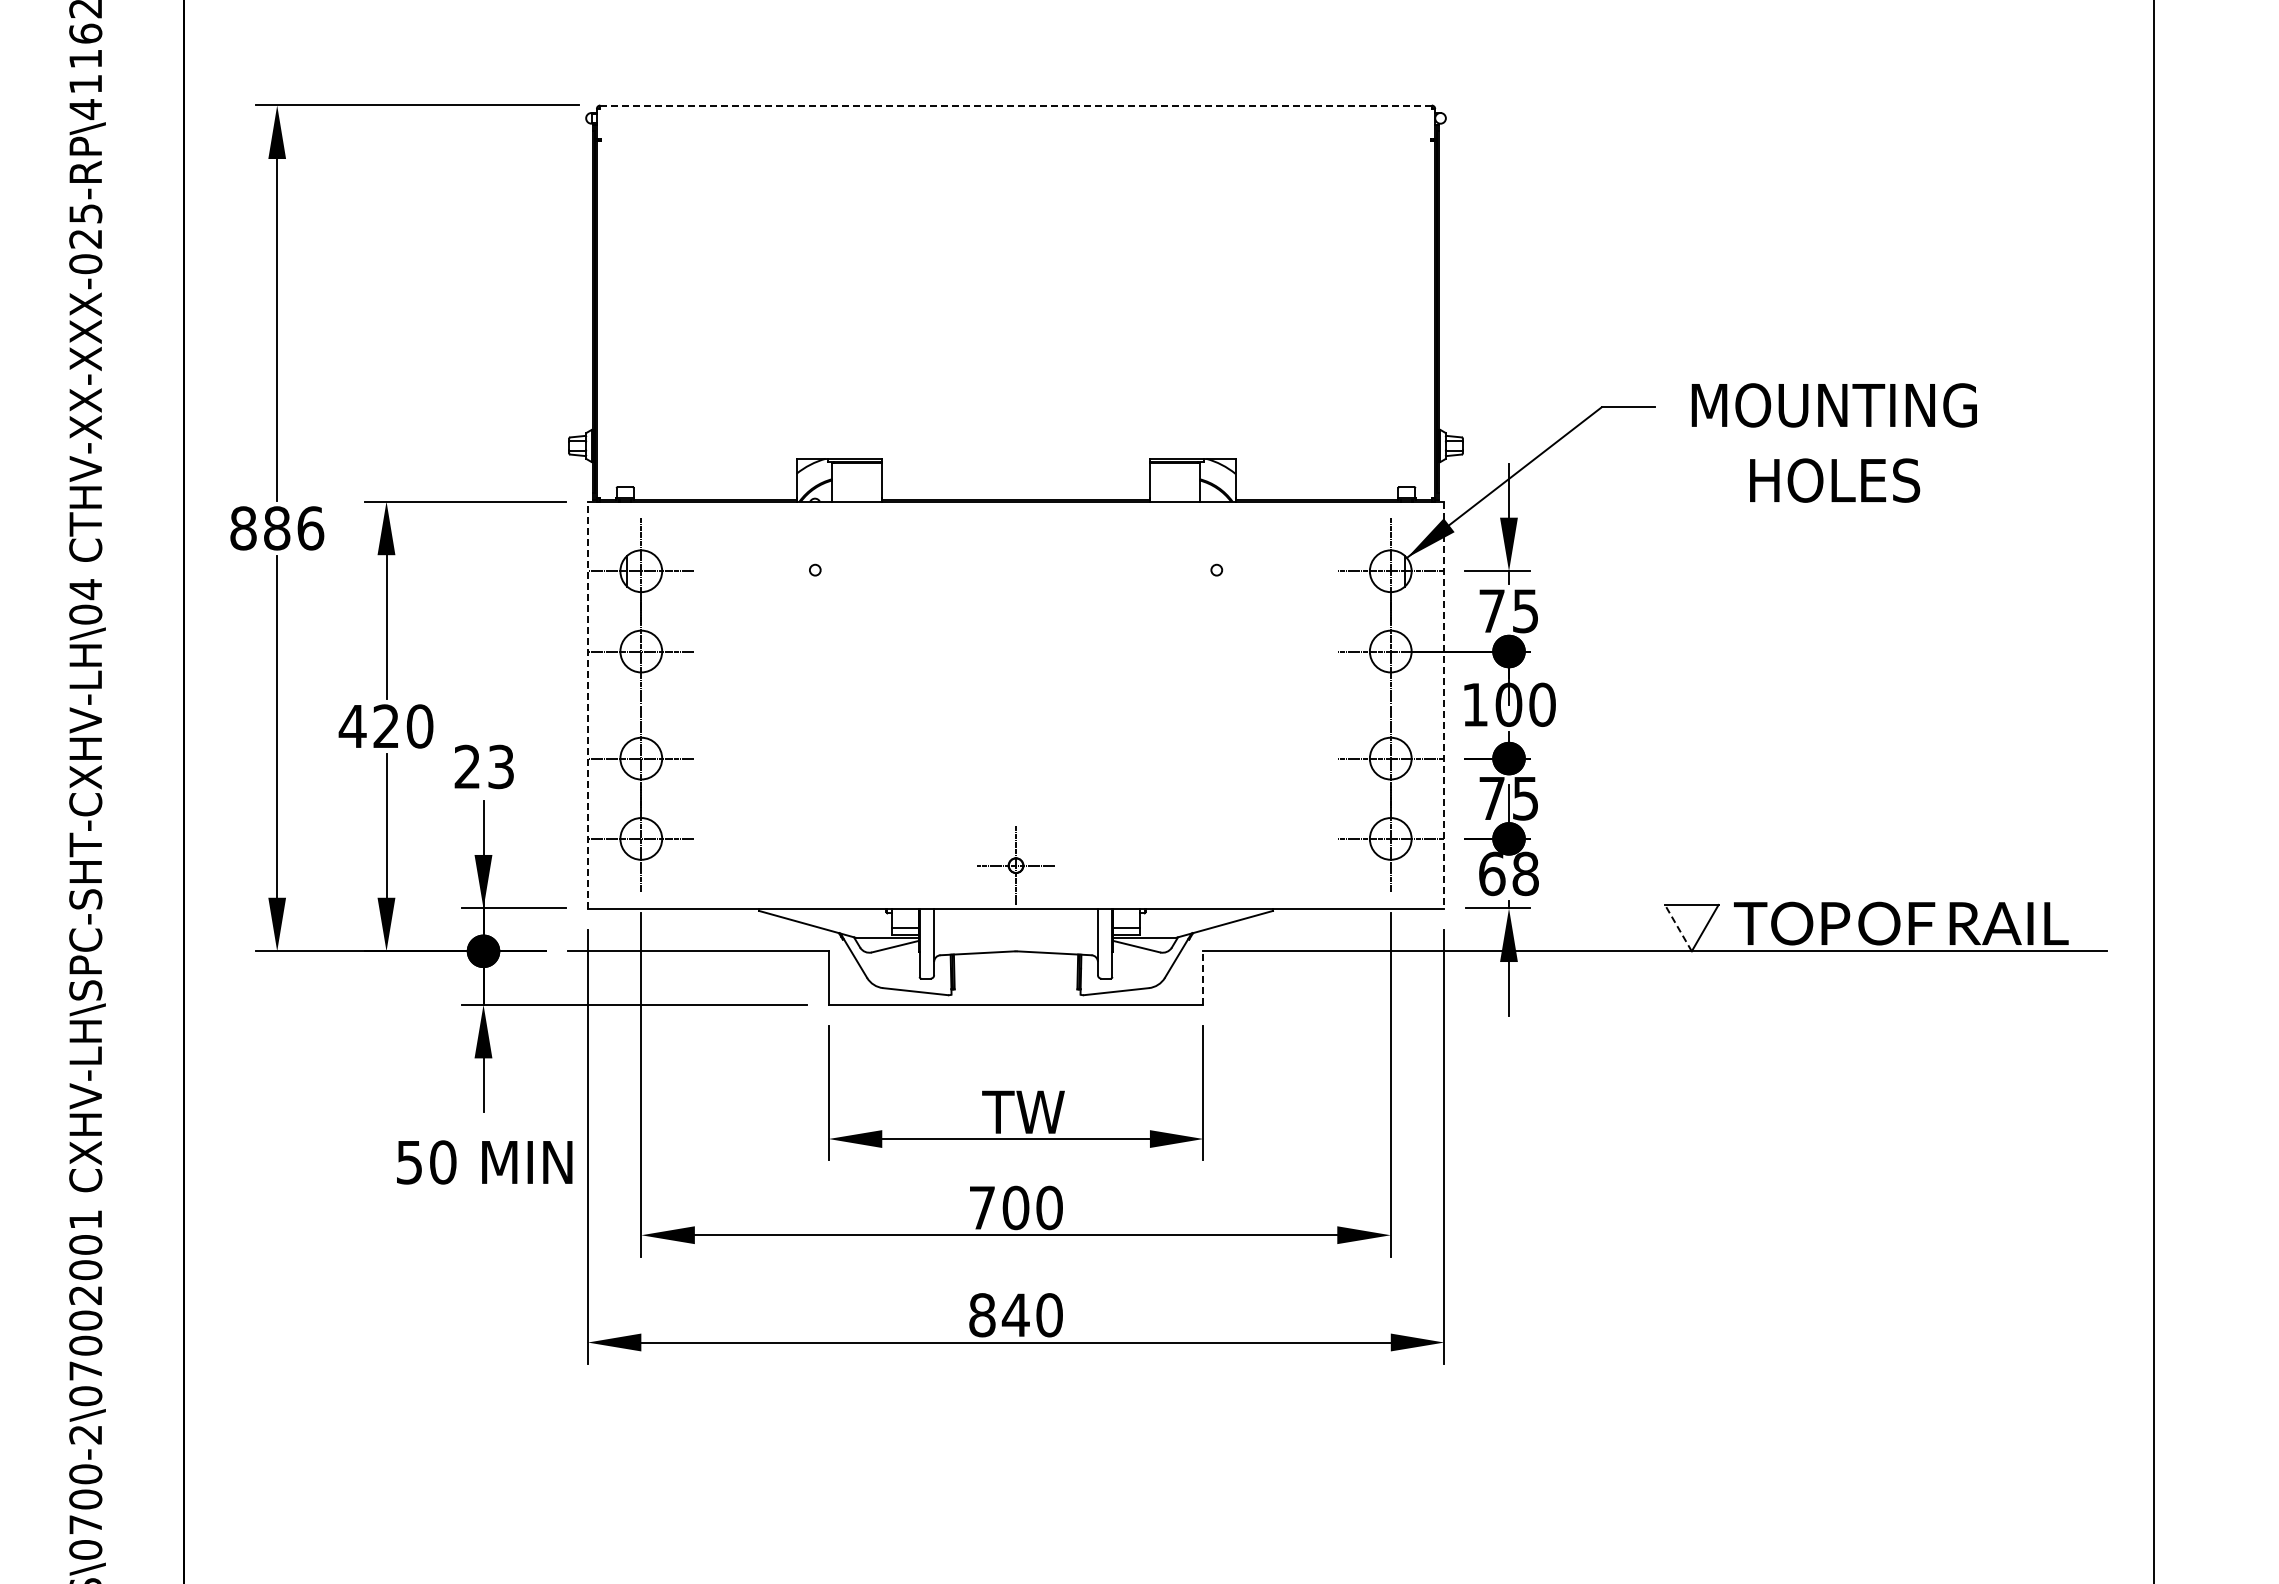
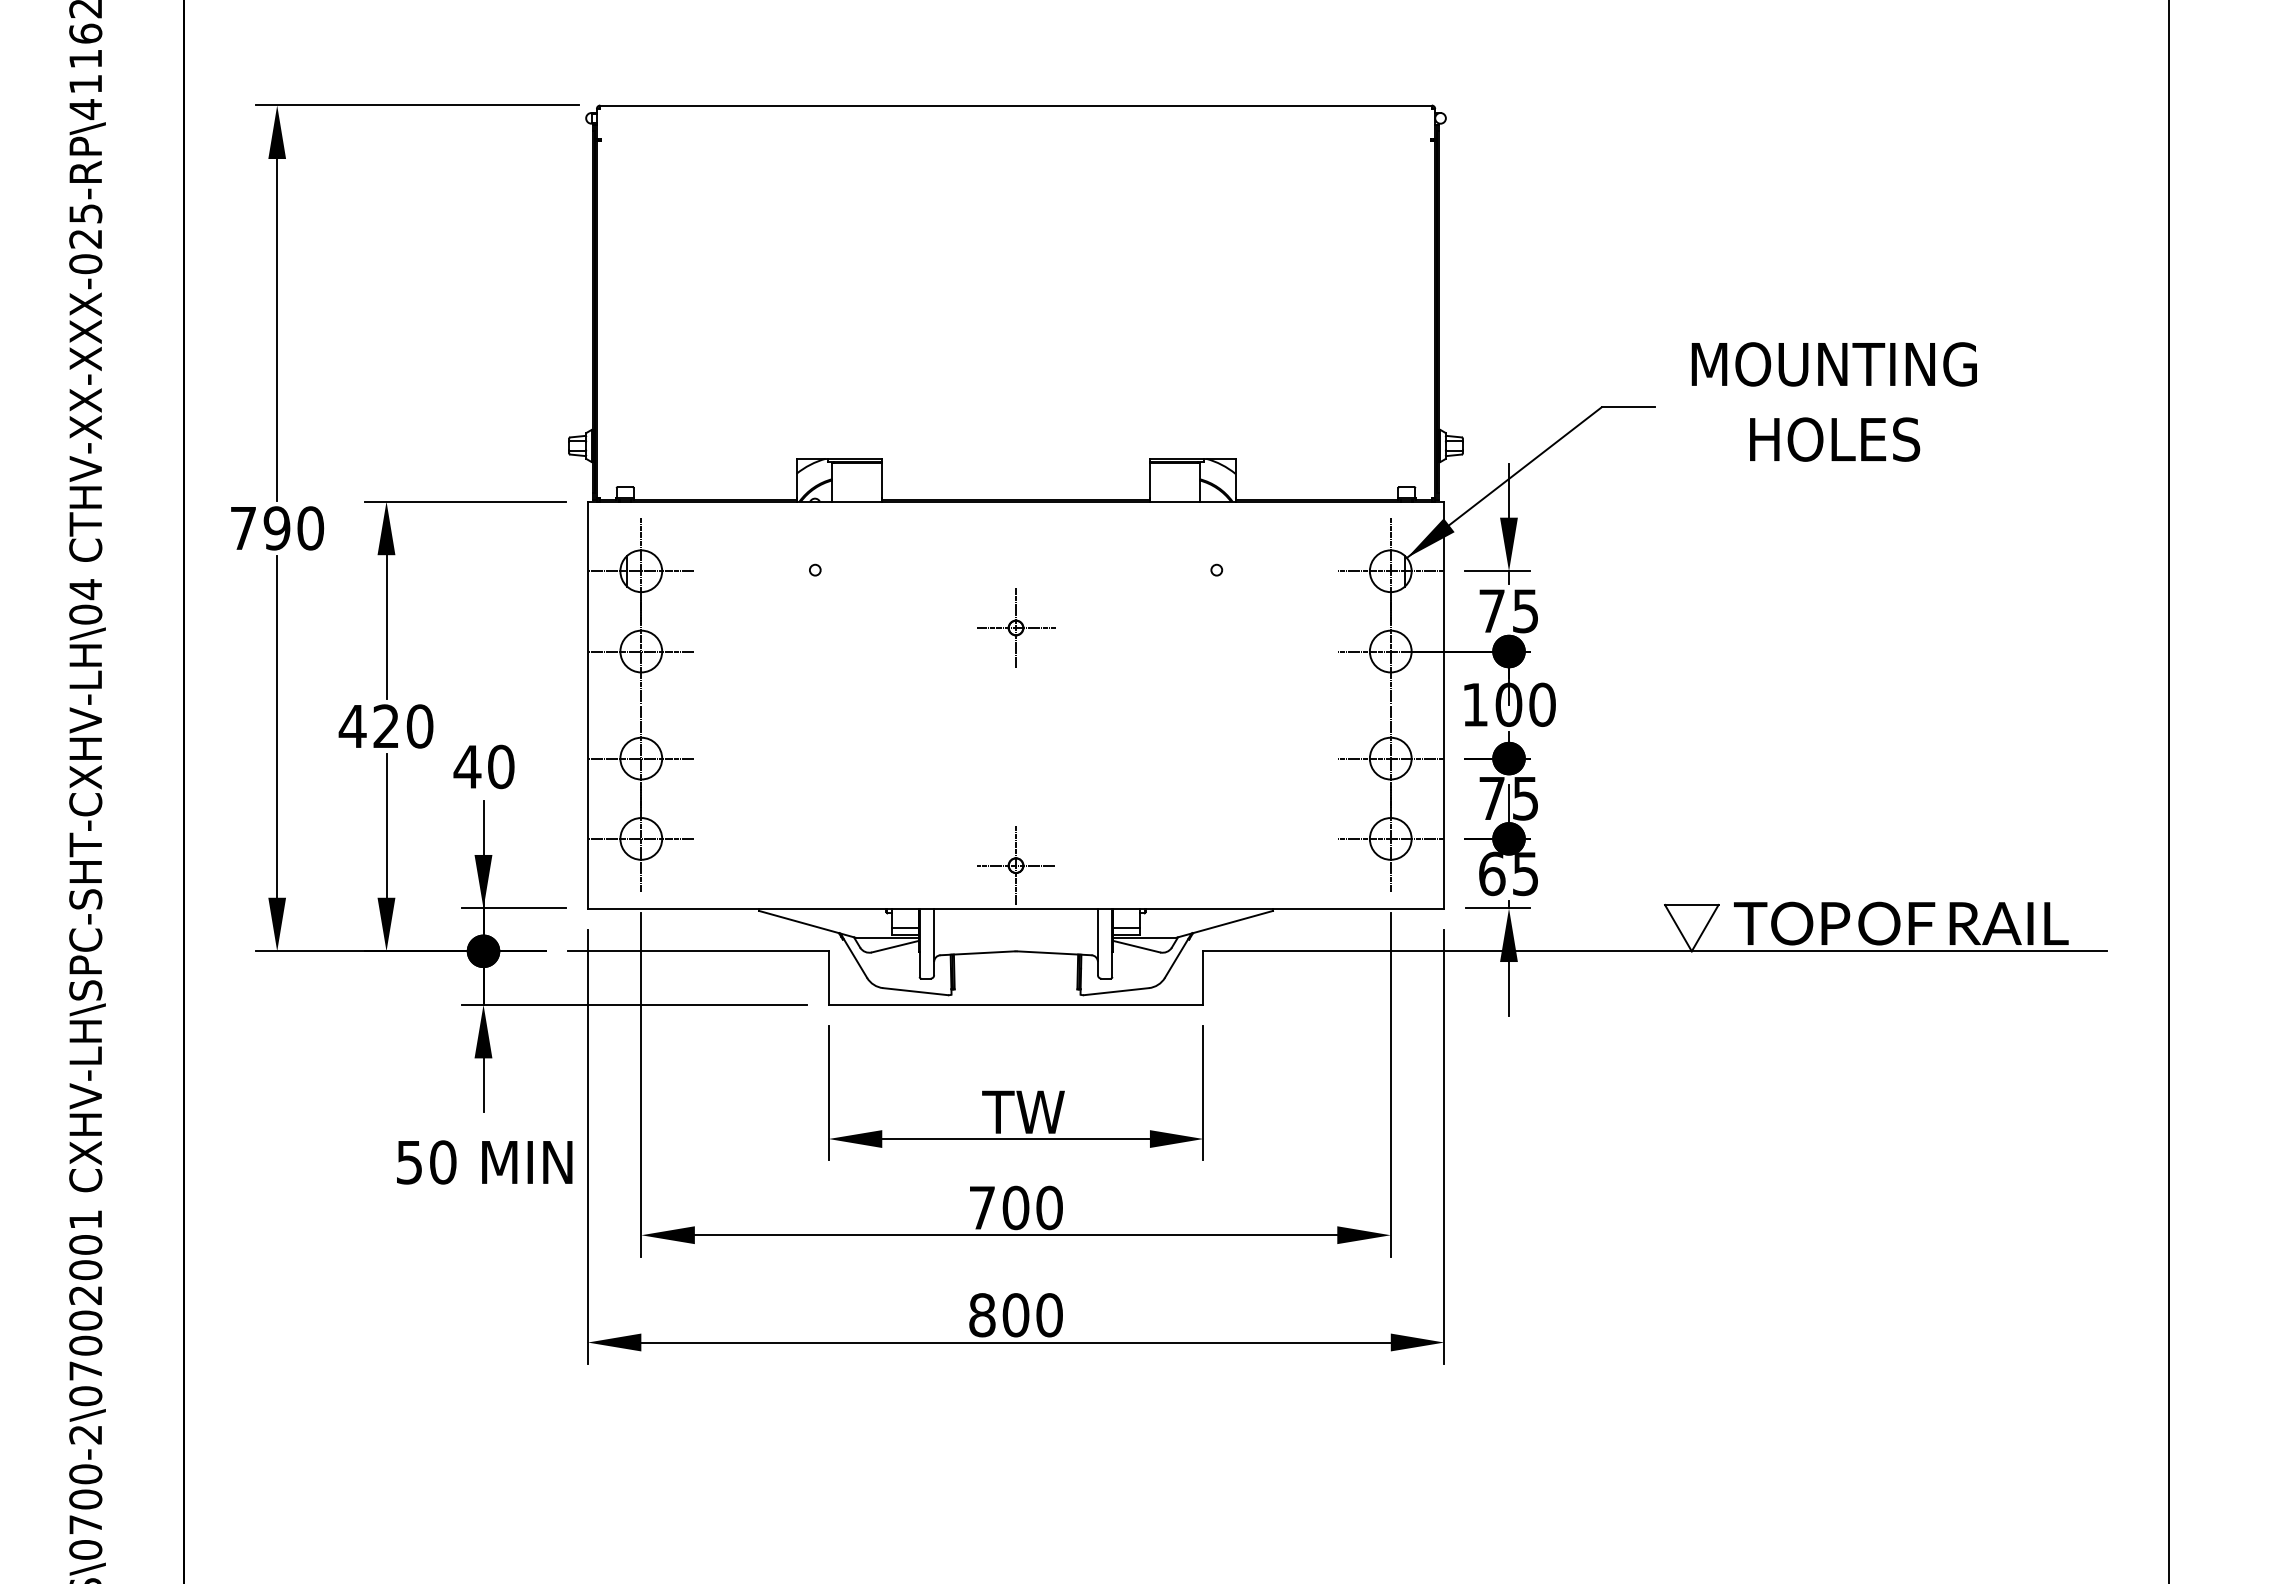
line at (1016, 105): dashed -> solid
text at (1833, 442) position: (1833, 442) -> (1833, 401)
text at (277, 528): 886 -> 790
part at (1016, 627): none -> present
line at (587, 704): dashed -> solid
line at (1444, 705): dashed -> solid
text at (483, 766): 23 -> 40
line at (2154, 791) position: (2154, 791) -> (2169, 791)
text at (1525, 873): 68 -> 65
line at (1678, 928): dashed -> solid
line at (1203, 978): dashed -> solid
text at (1015, 1315): 840 -> 800
